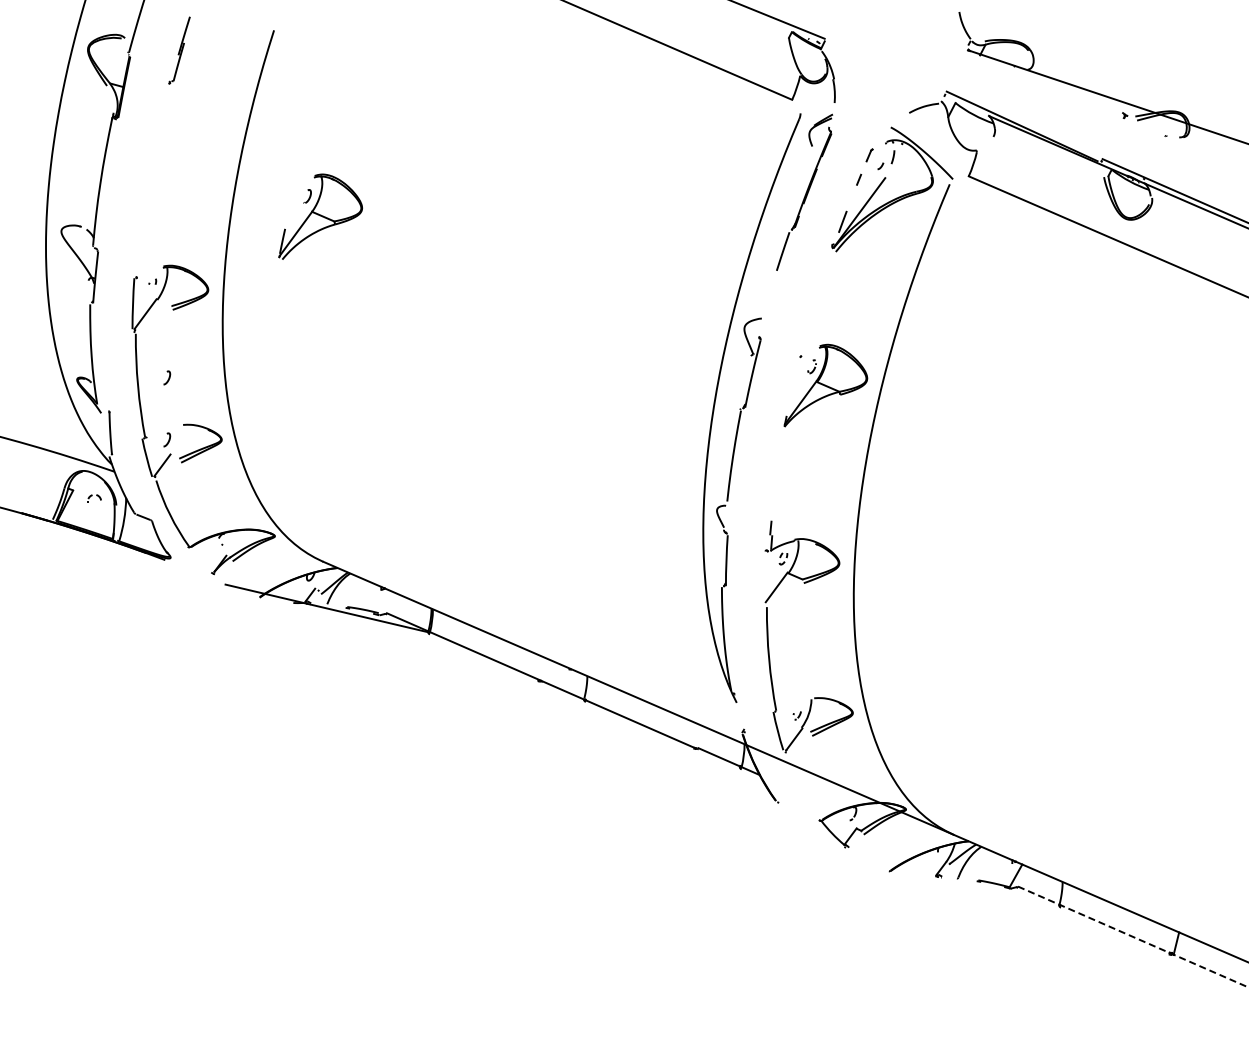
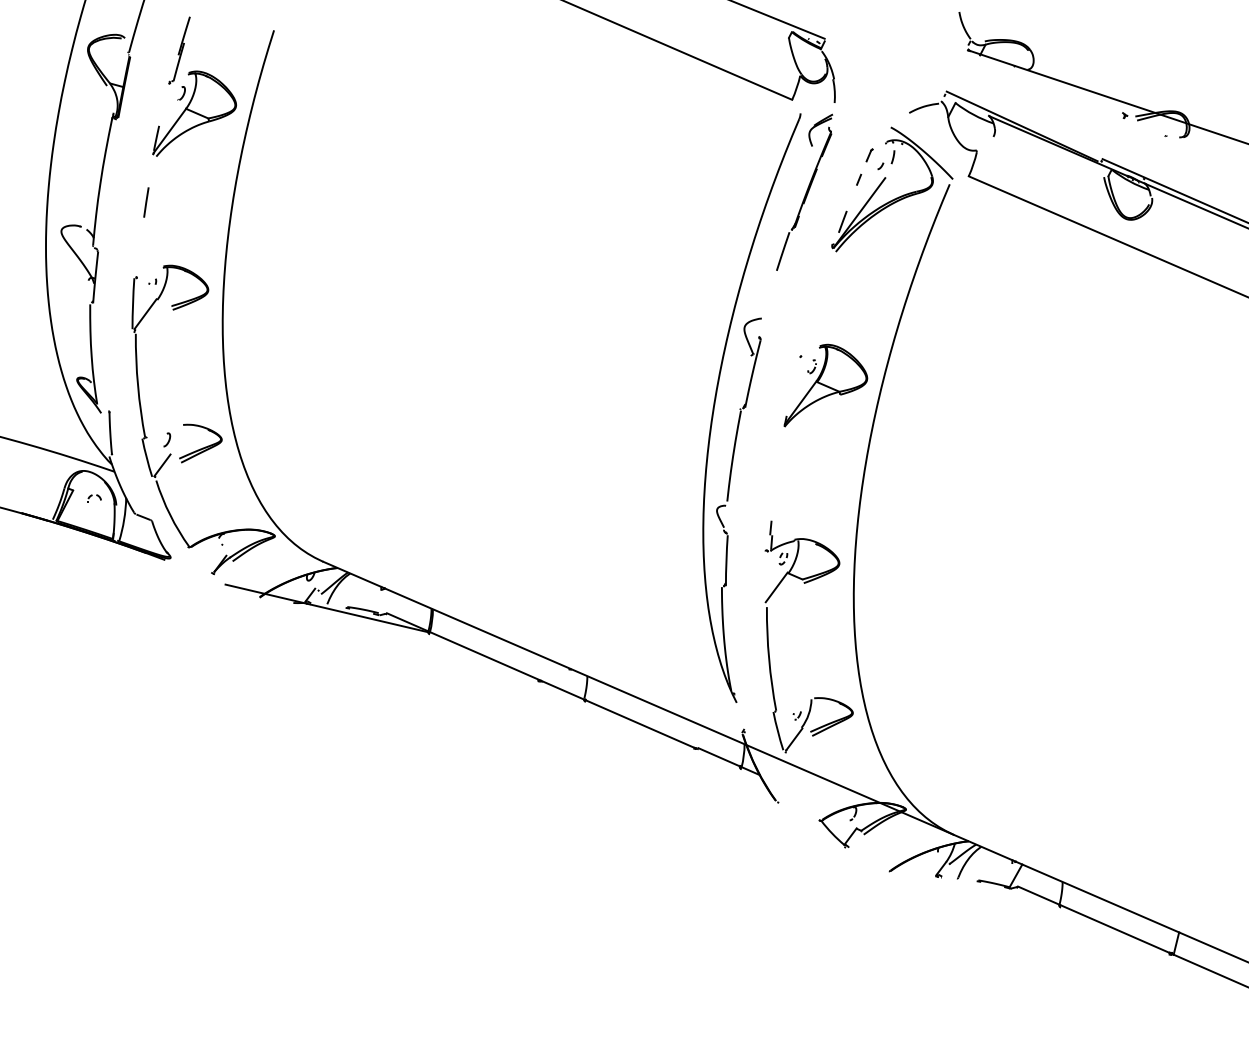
line at (146, 202): none -> present
part at (320, 216) position: (320, 216) -> (194, 113)
curve at (168, 377): present -> none
line at (1133, 937): dashed -> solid
